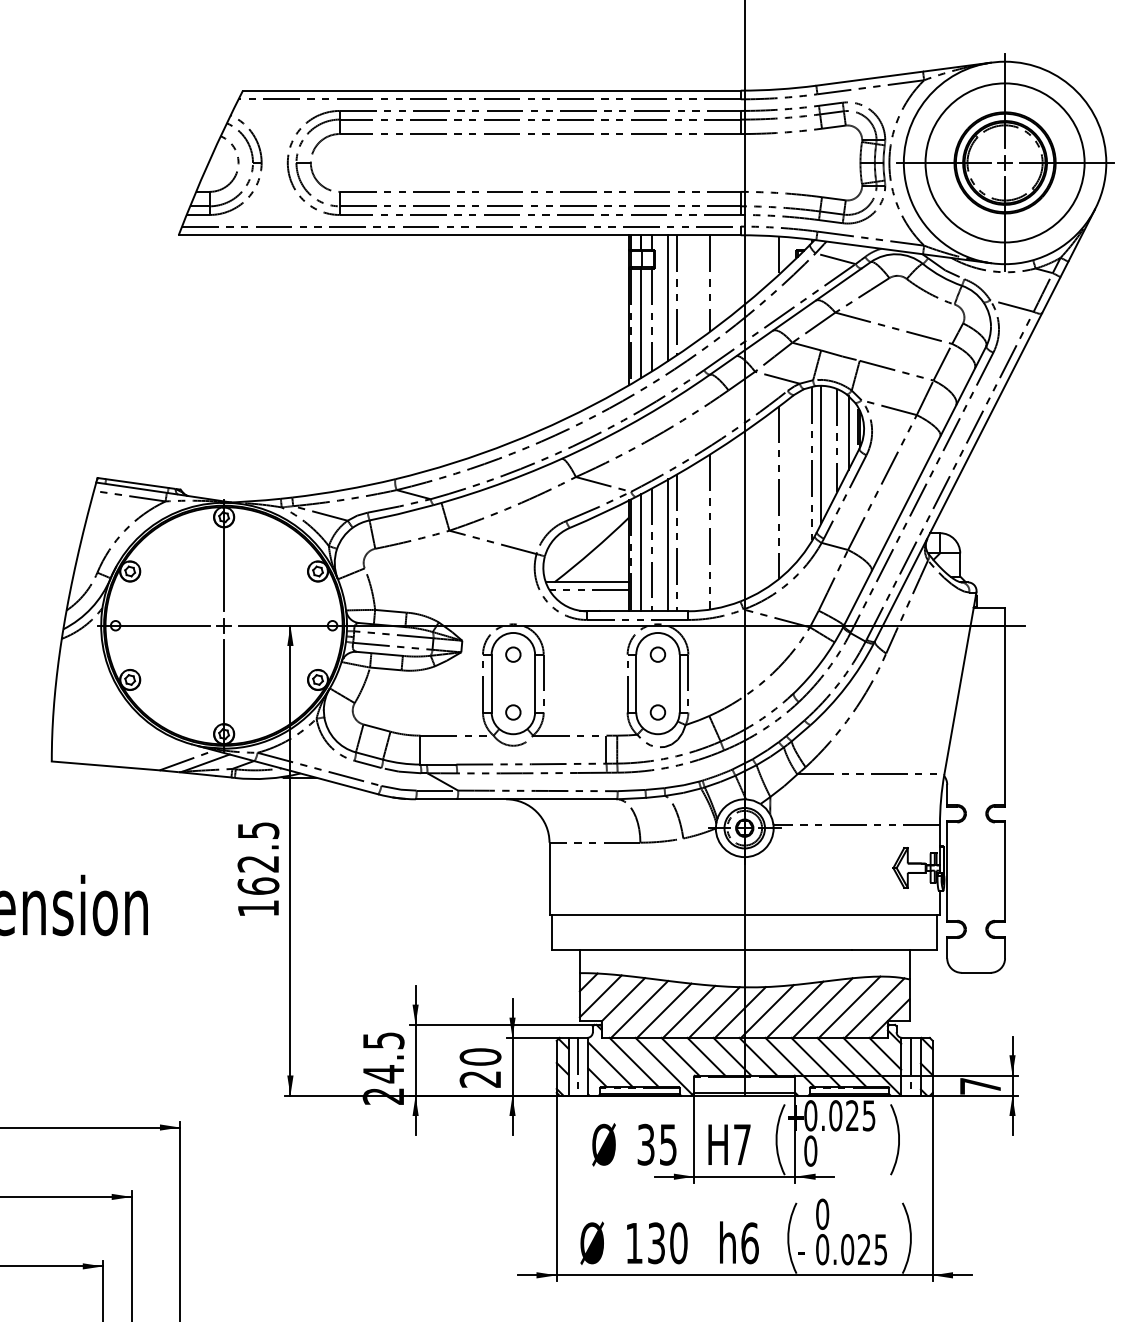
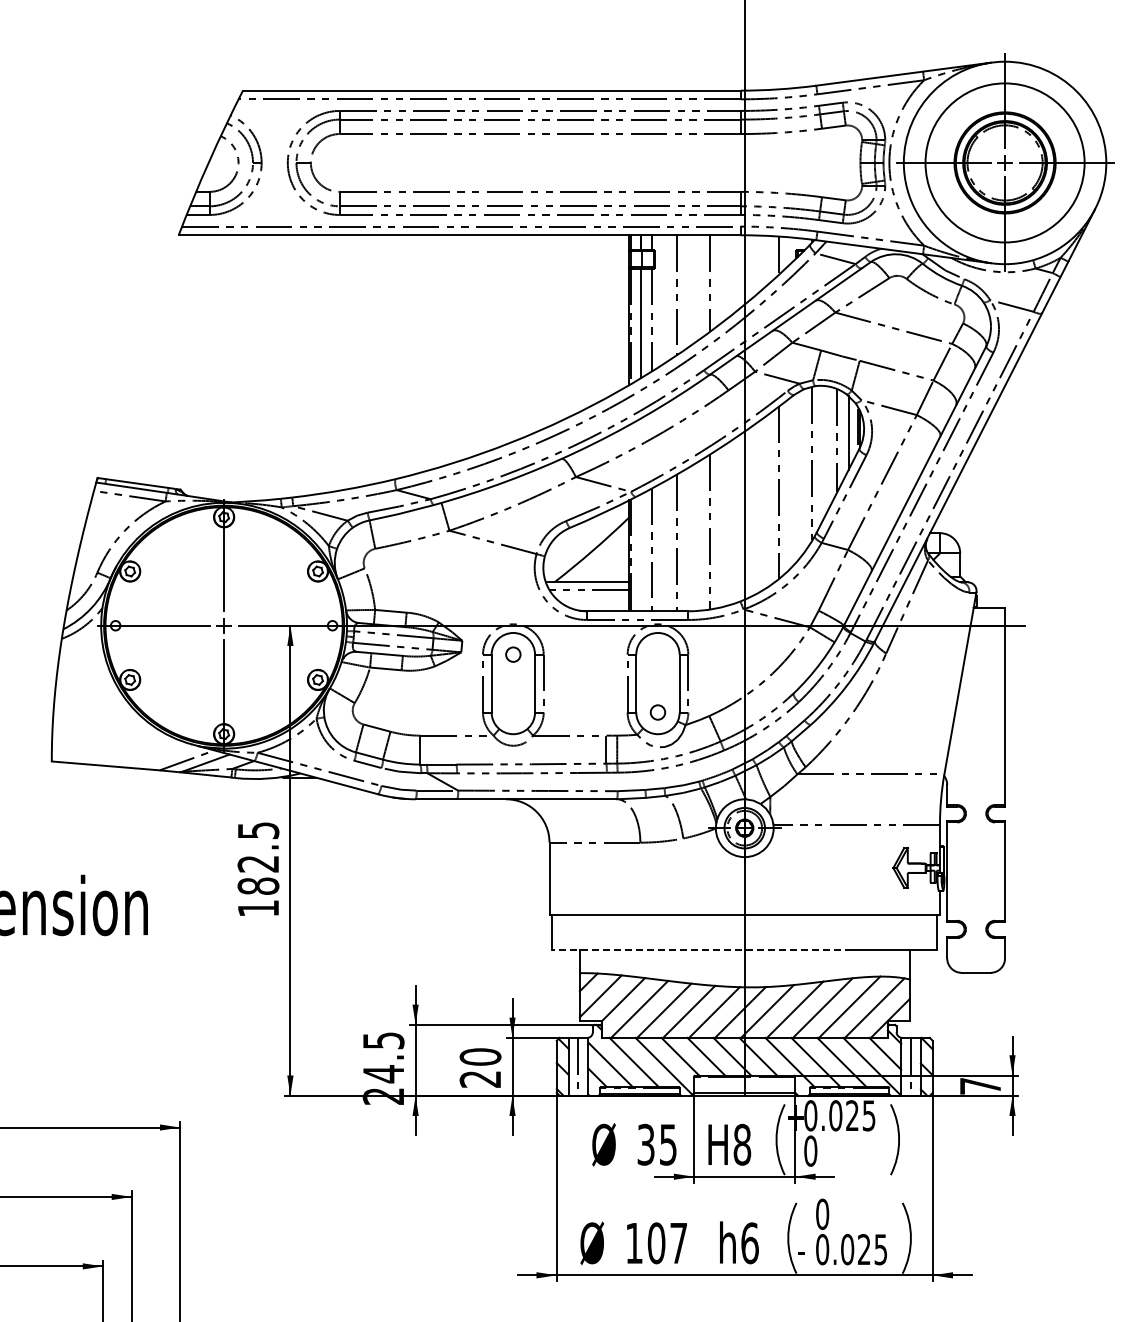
line at (668, 297): present -> none
line at (821, 454): present -> none
line at (668, 545): present -> none
line at (641, 552): present -> none
circle at (657, 654): present -> none
circle at (513, 712): present -> none
text at (258, 885): 162.5 -> 182.5
line at (702, 949): solid -> dashed
text at (742, 1144): H7 -> H8
text at (667, 1243): 130 -> 107
